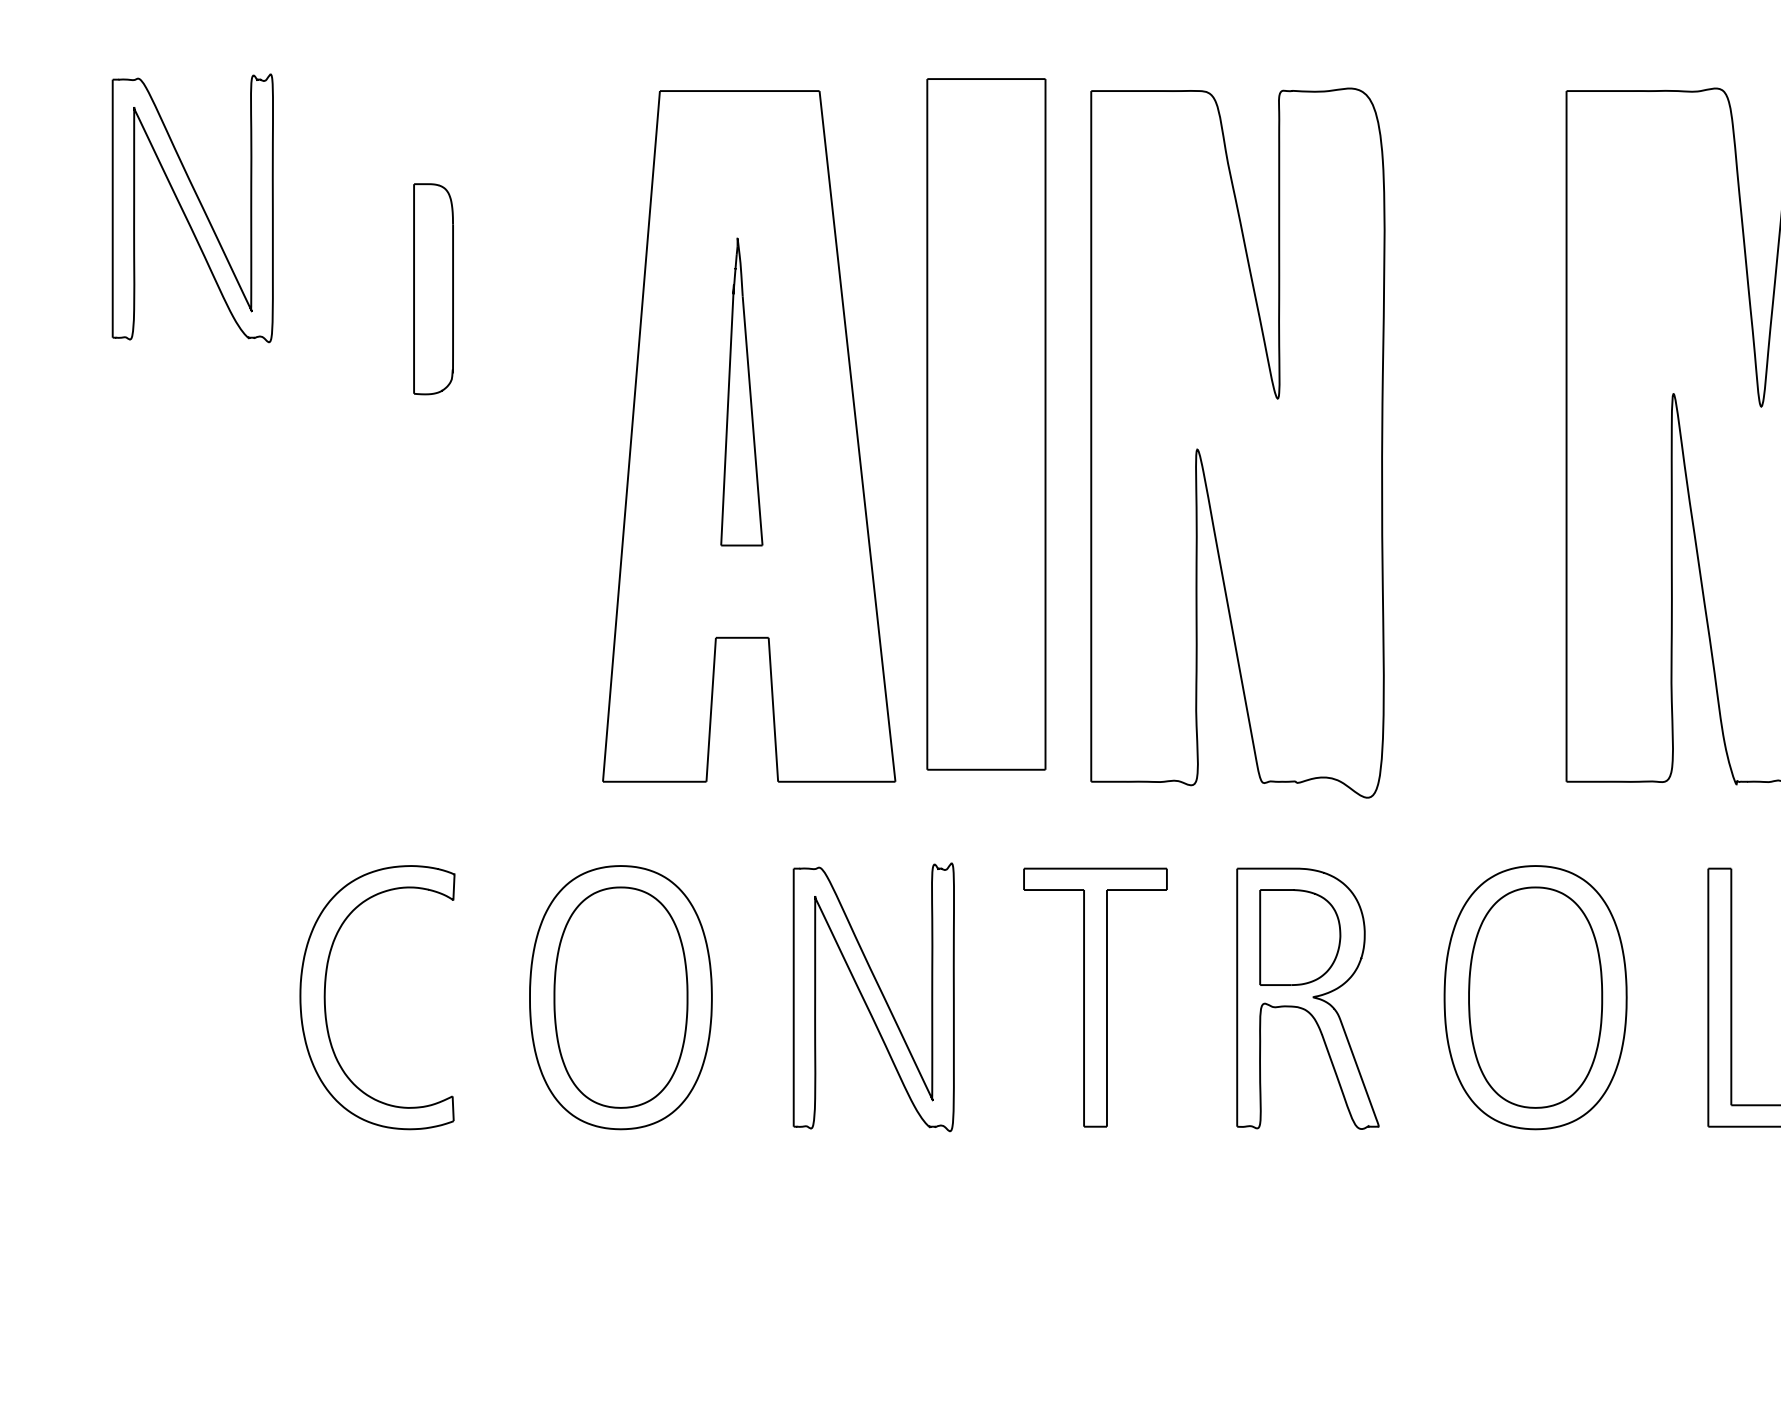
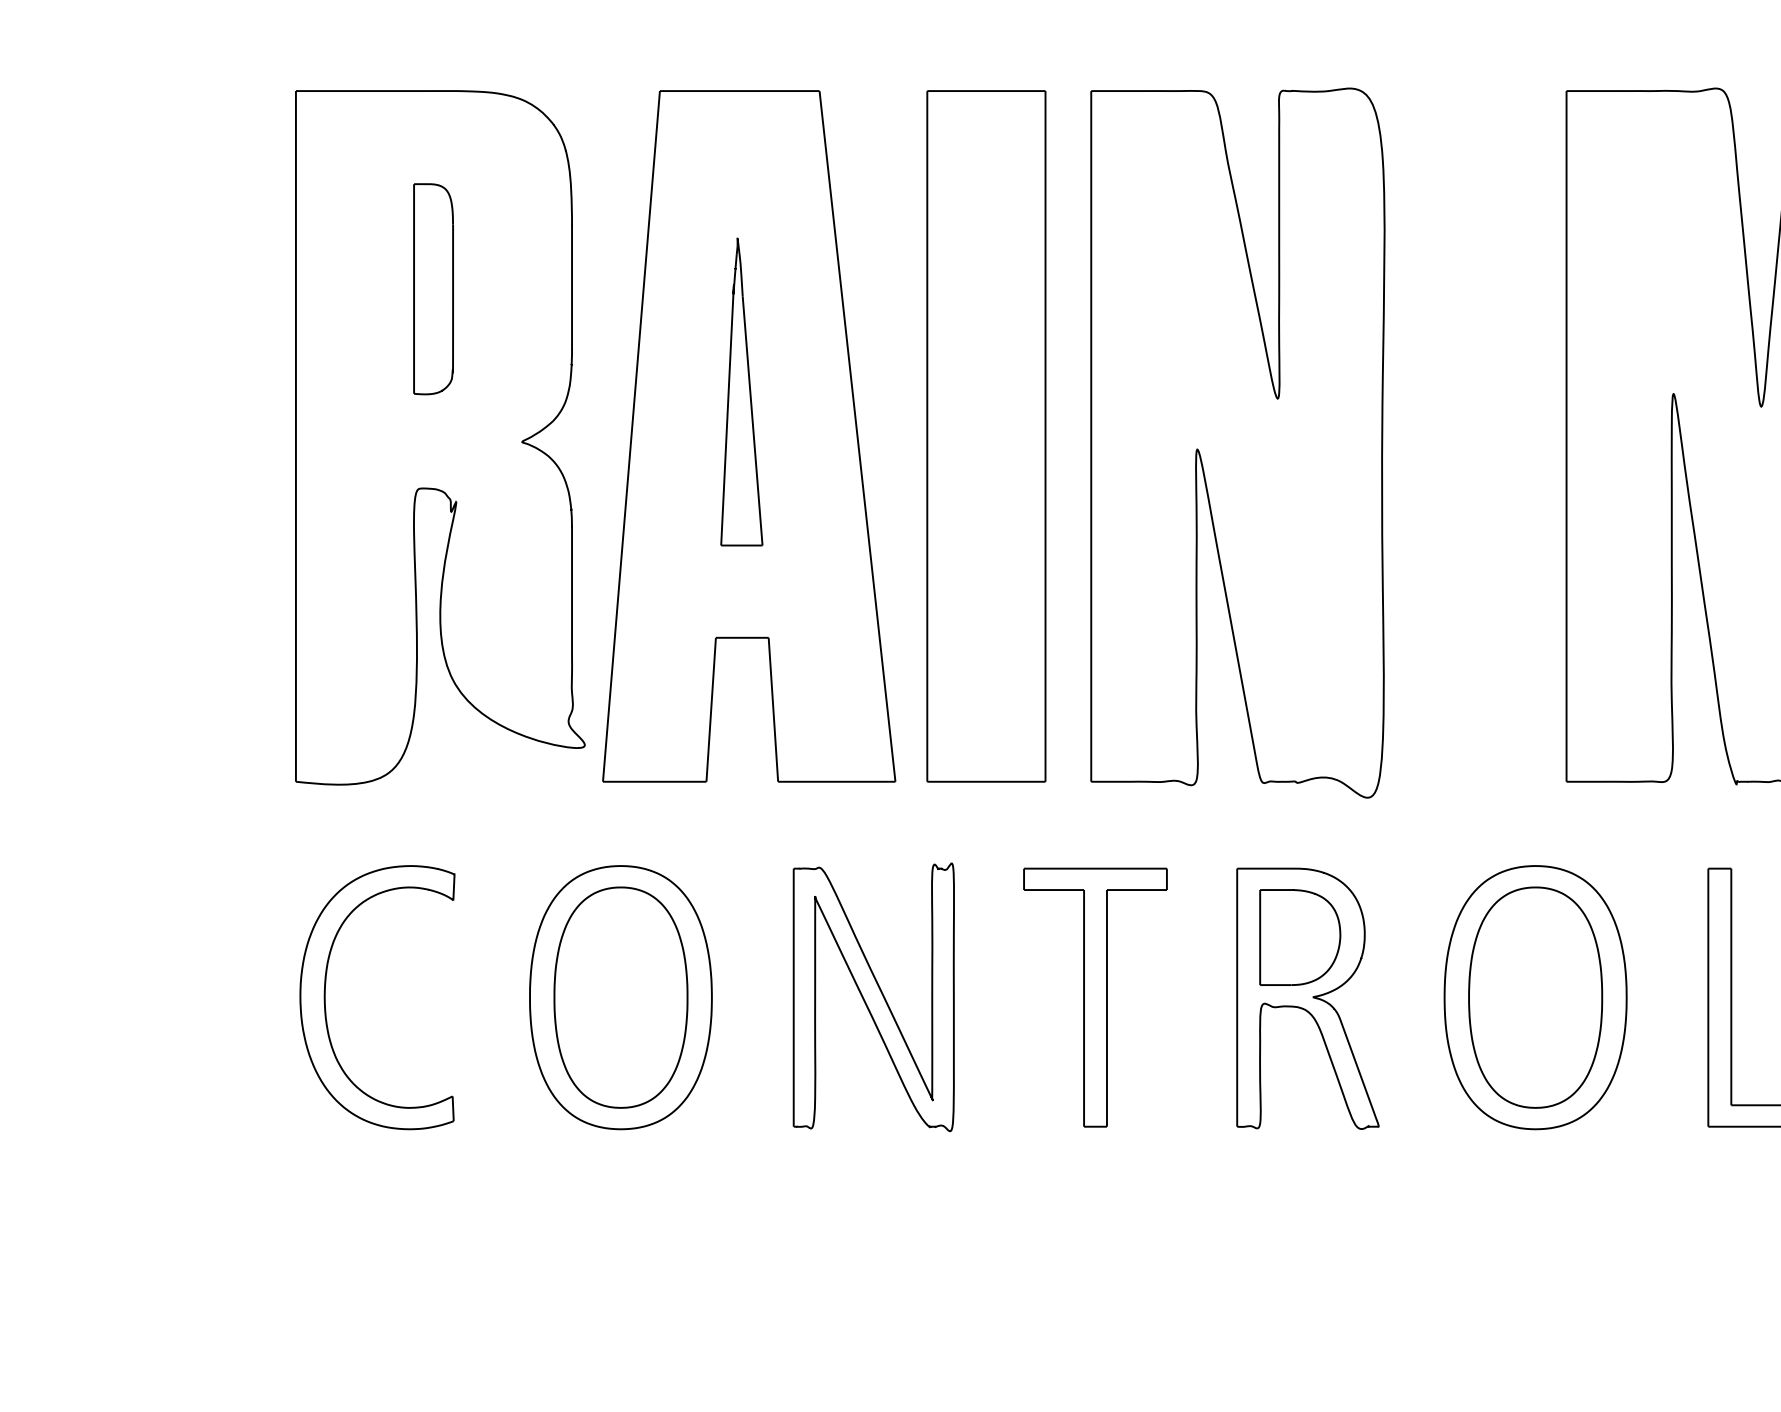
part at (192, 208): present -> none
part at (986, 424) position: (986, 424) -> (986, 436)
part at (440, 437): none -> present
